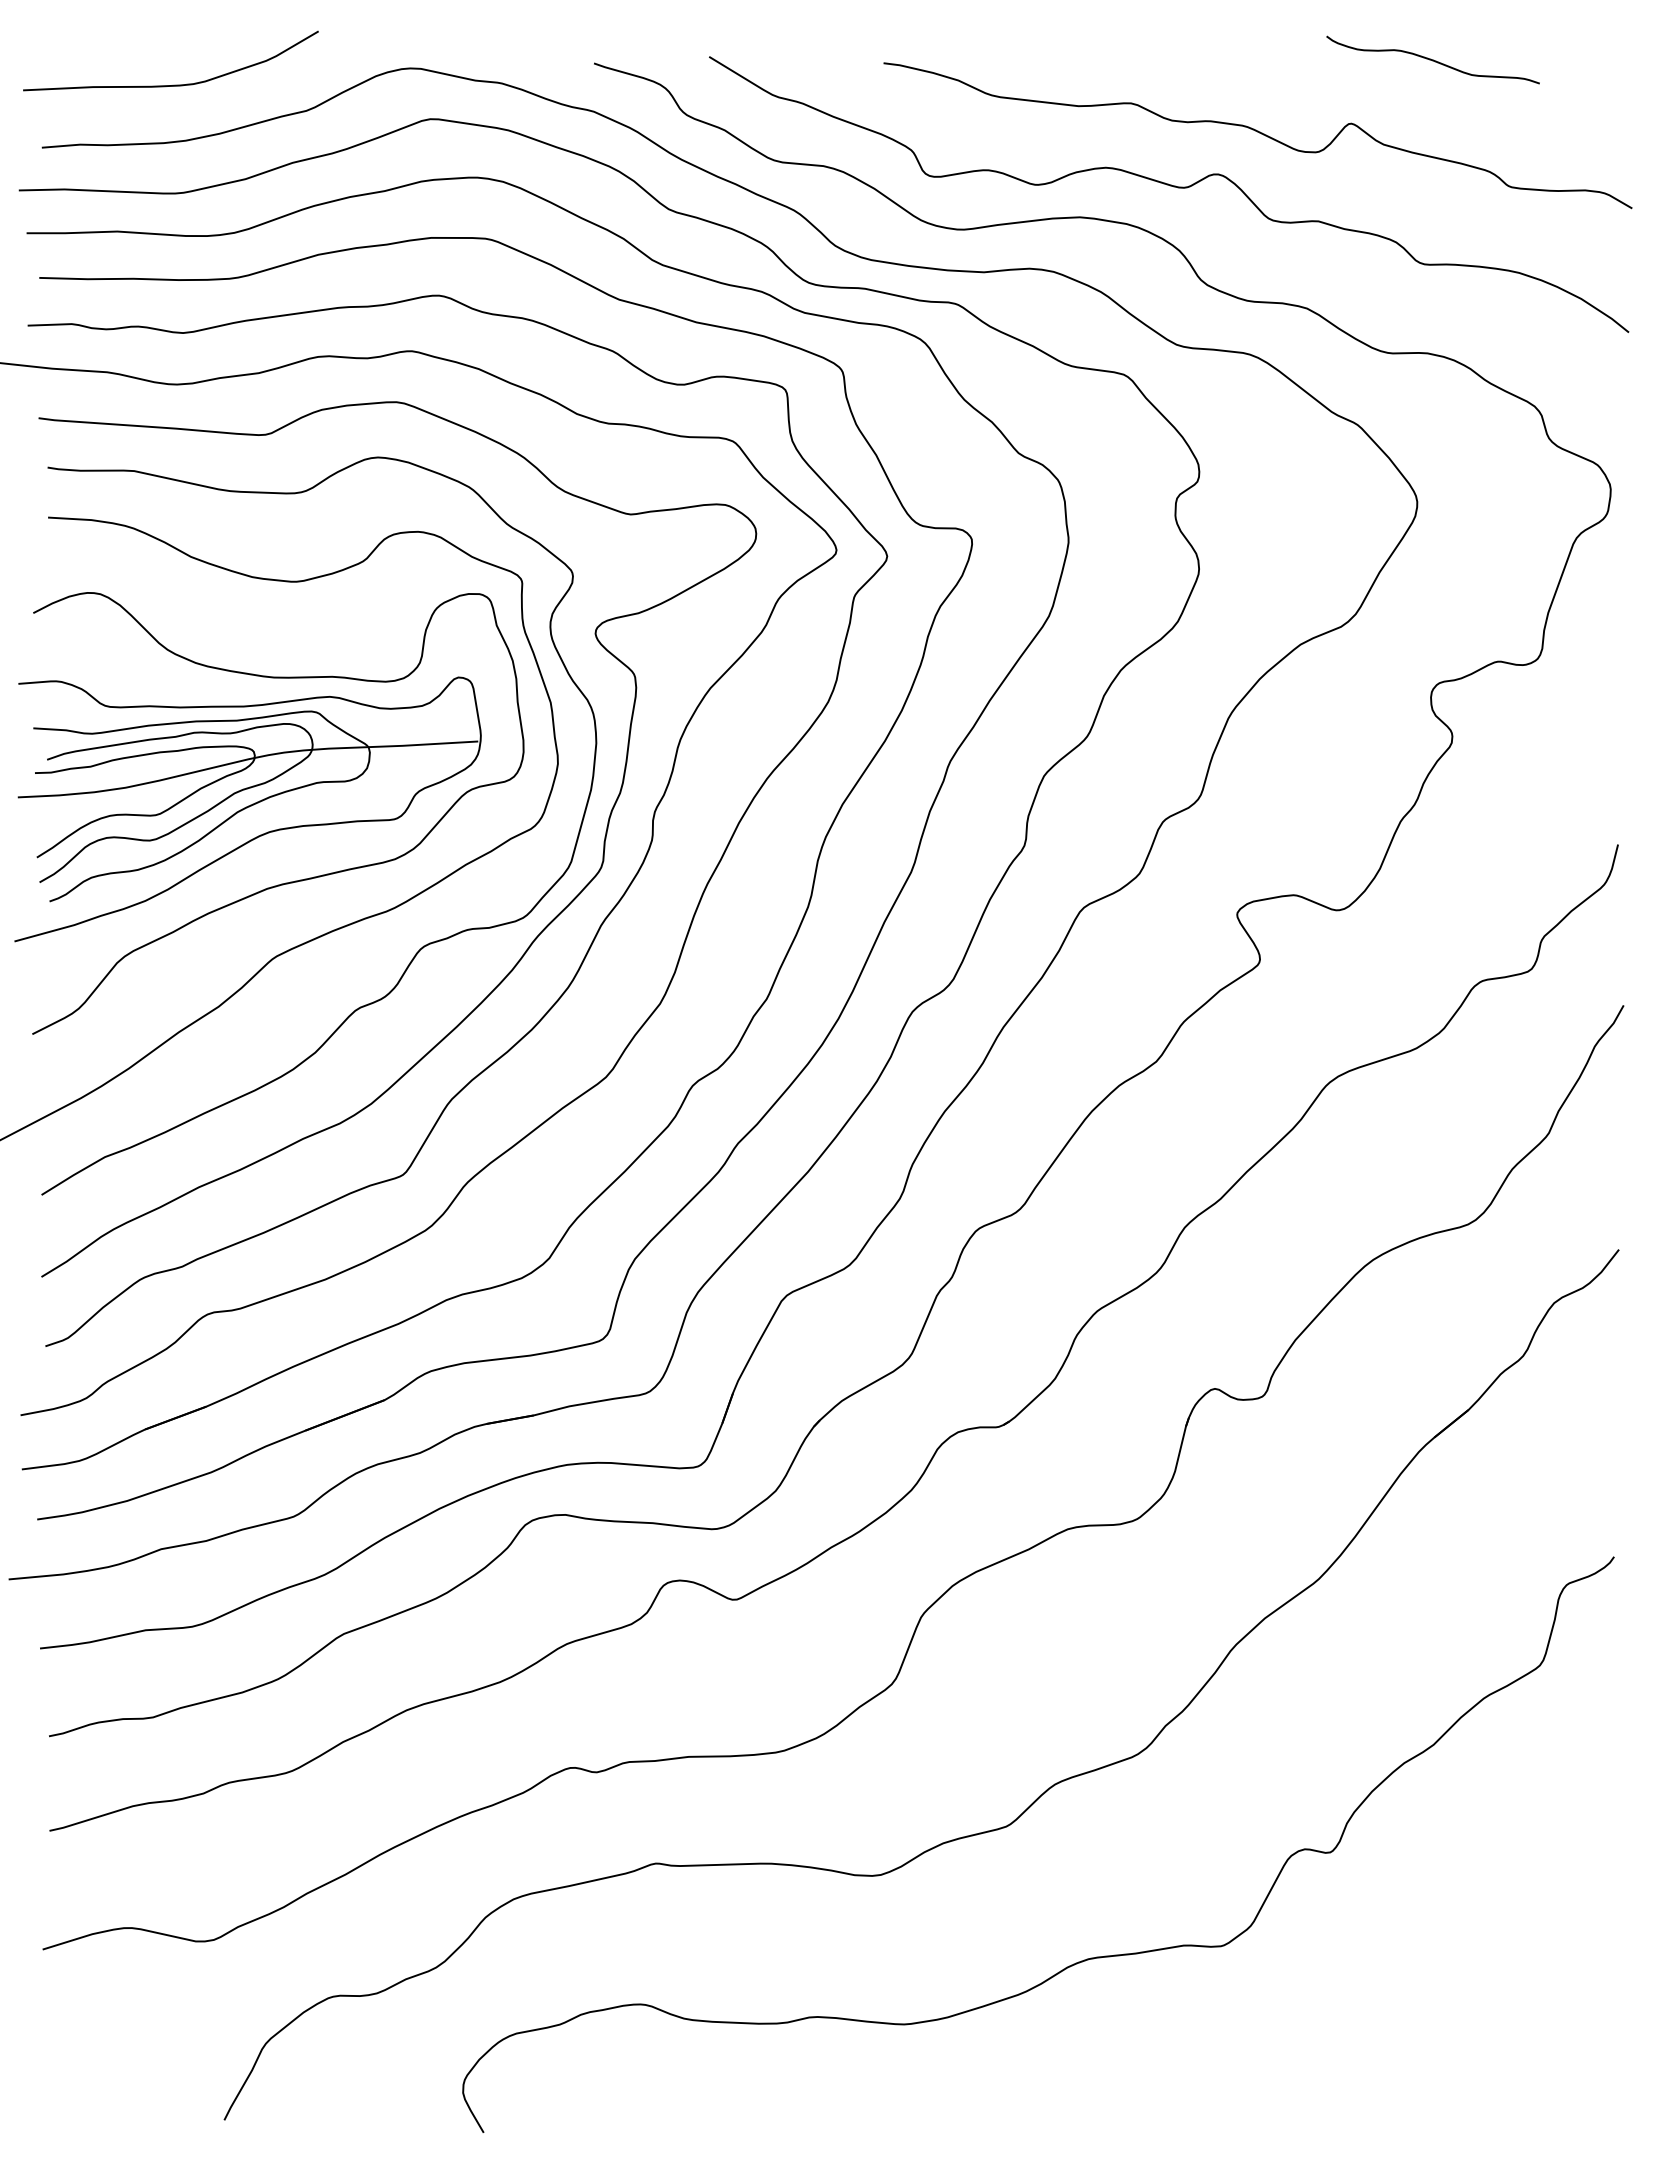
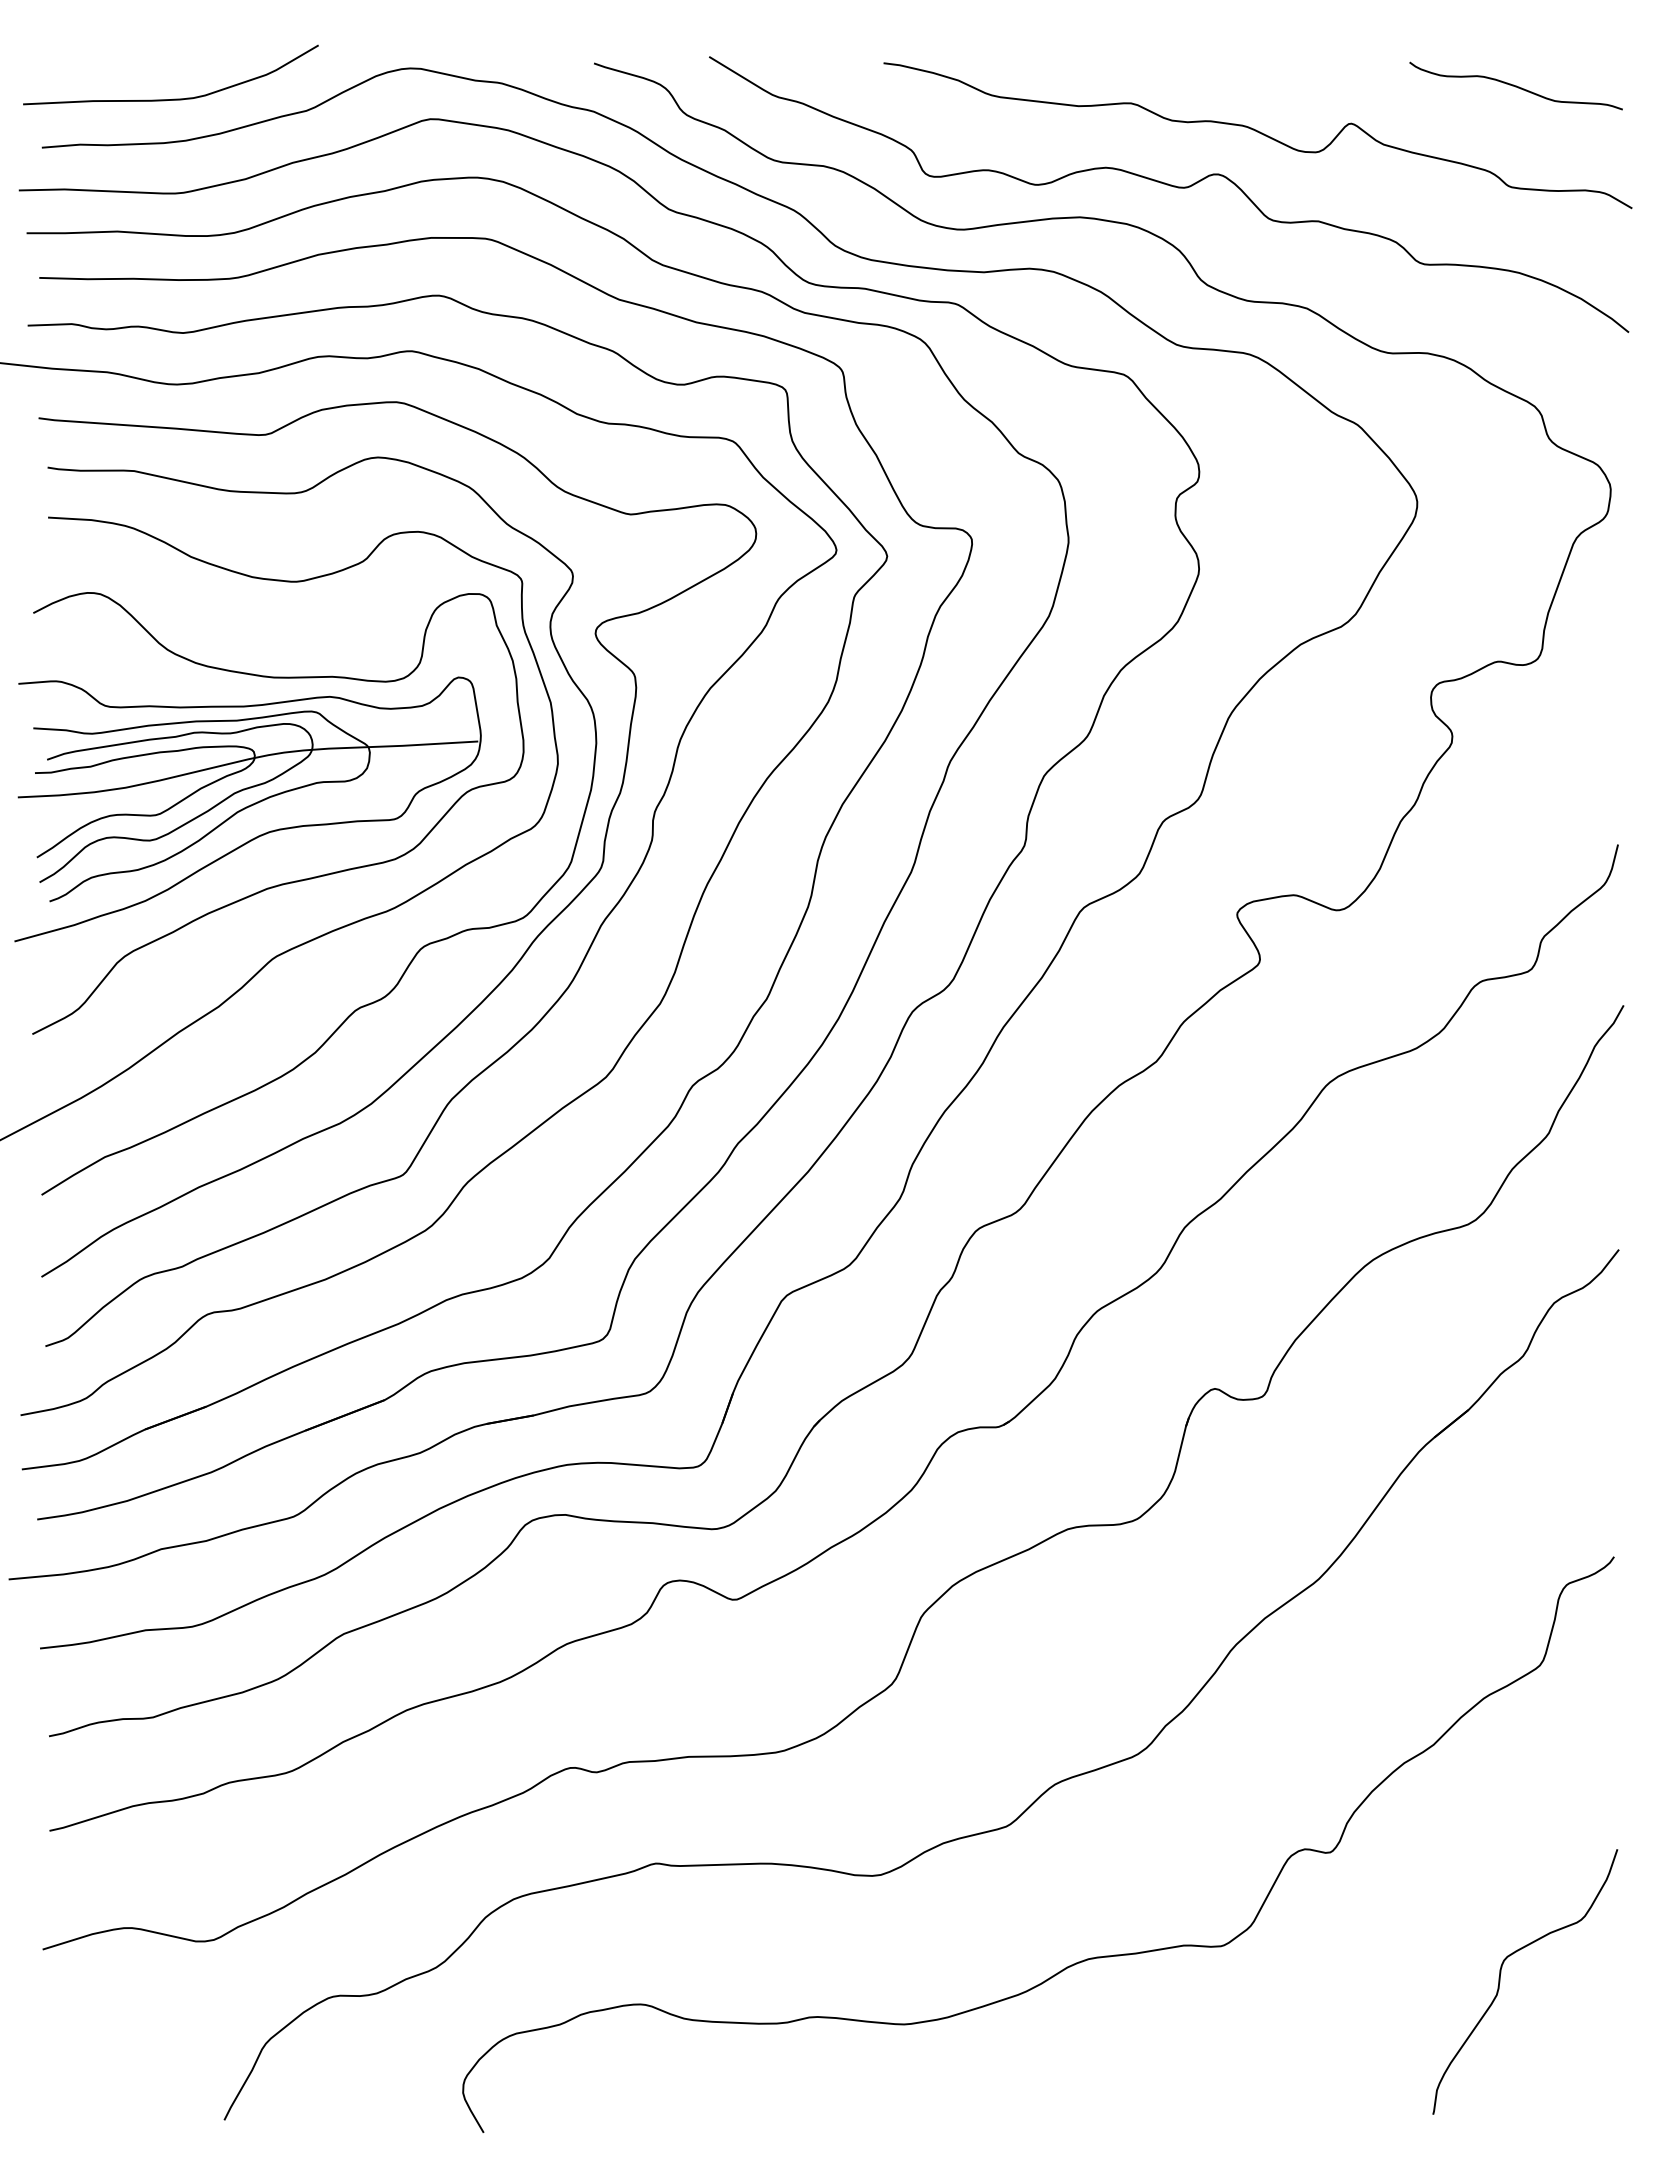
curve at (1432, 59) position: (1432, 59) -> (1515, 85)
curve at (173, 84) position: (173, 84) -> (173, 98)
curve at (1500, 1981): none -> present
